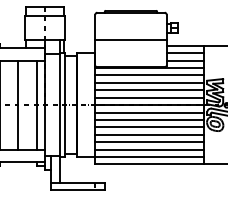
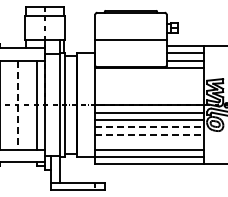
line at (149, 75): present -> none
line at (149, 82): present -> none
line at (149, 90): present -> none
line at (149, 97): present -> none
line at (18, 105): solid -> dashed
line at (150, 127): solid -> dashed
line at (150, 134): solid -> dashed
line at (149, 142): present -> none
